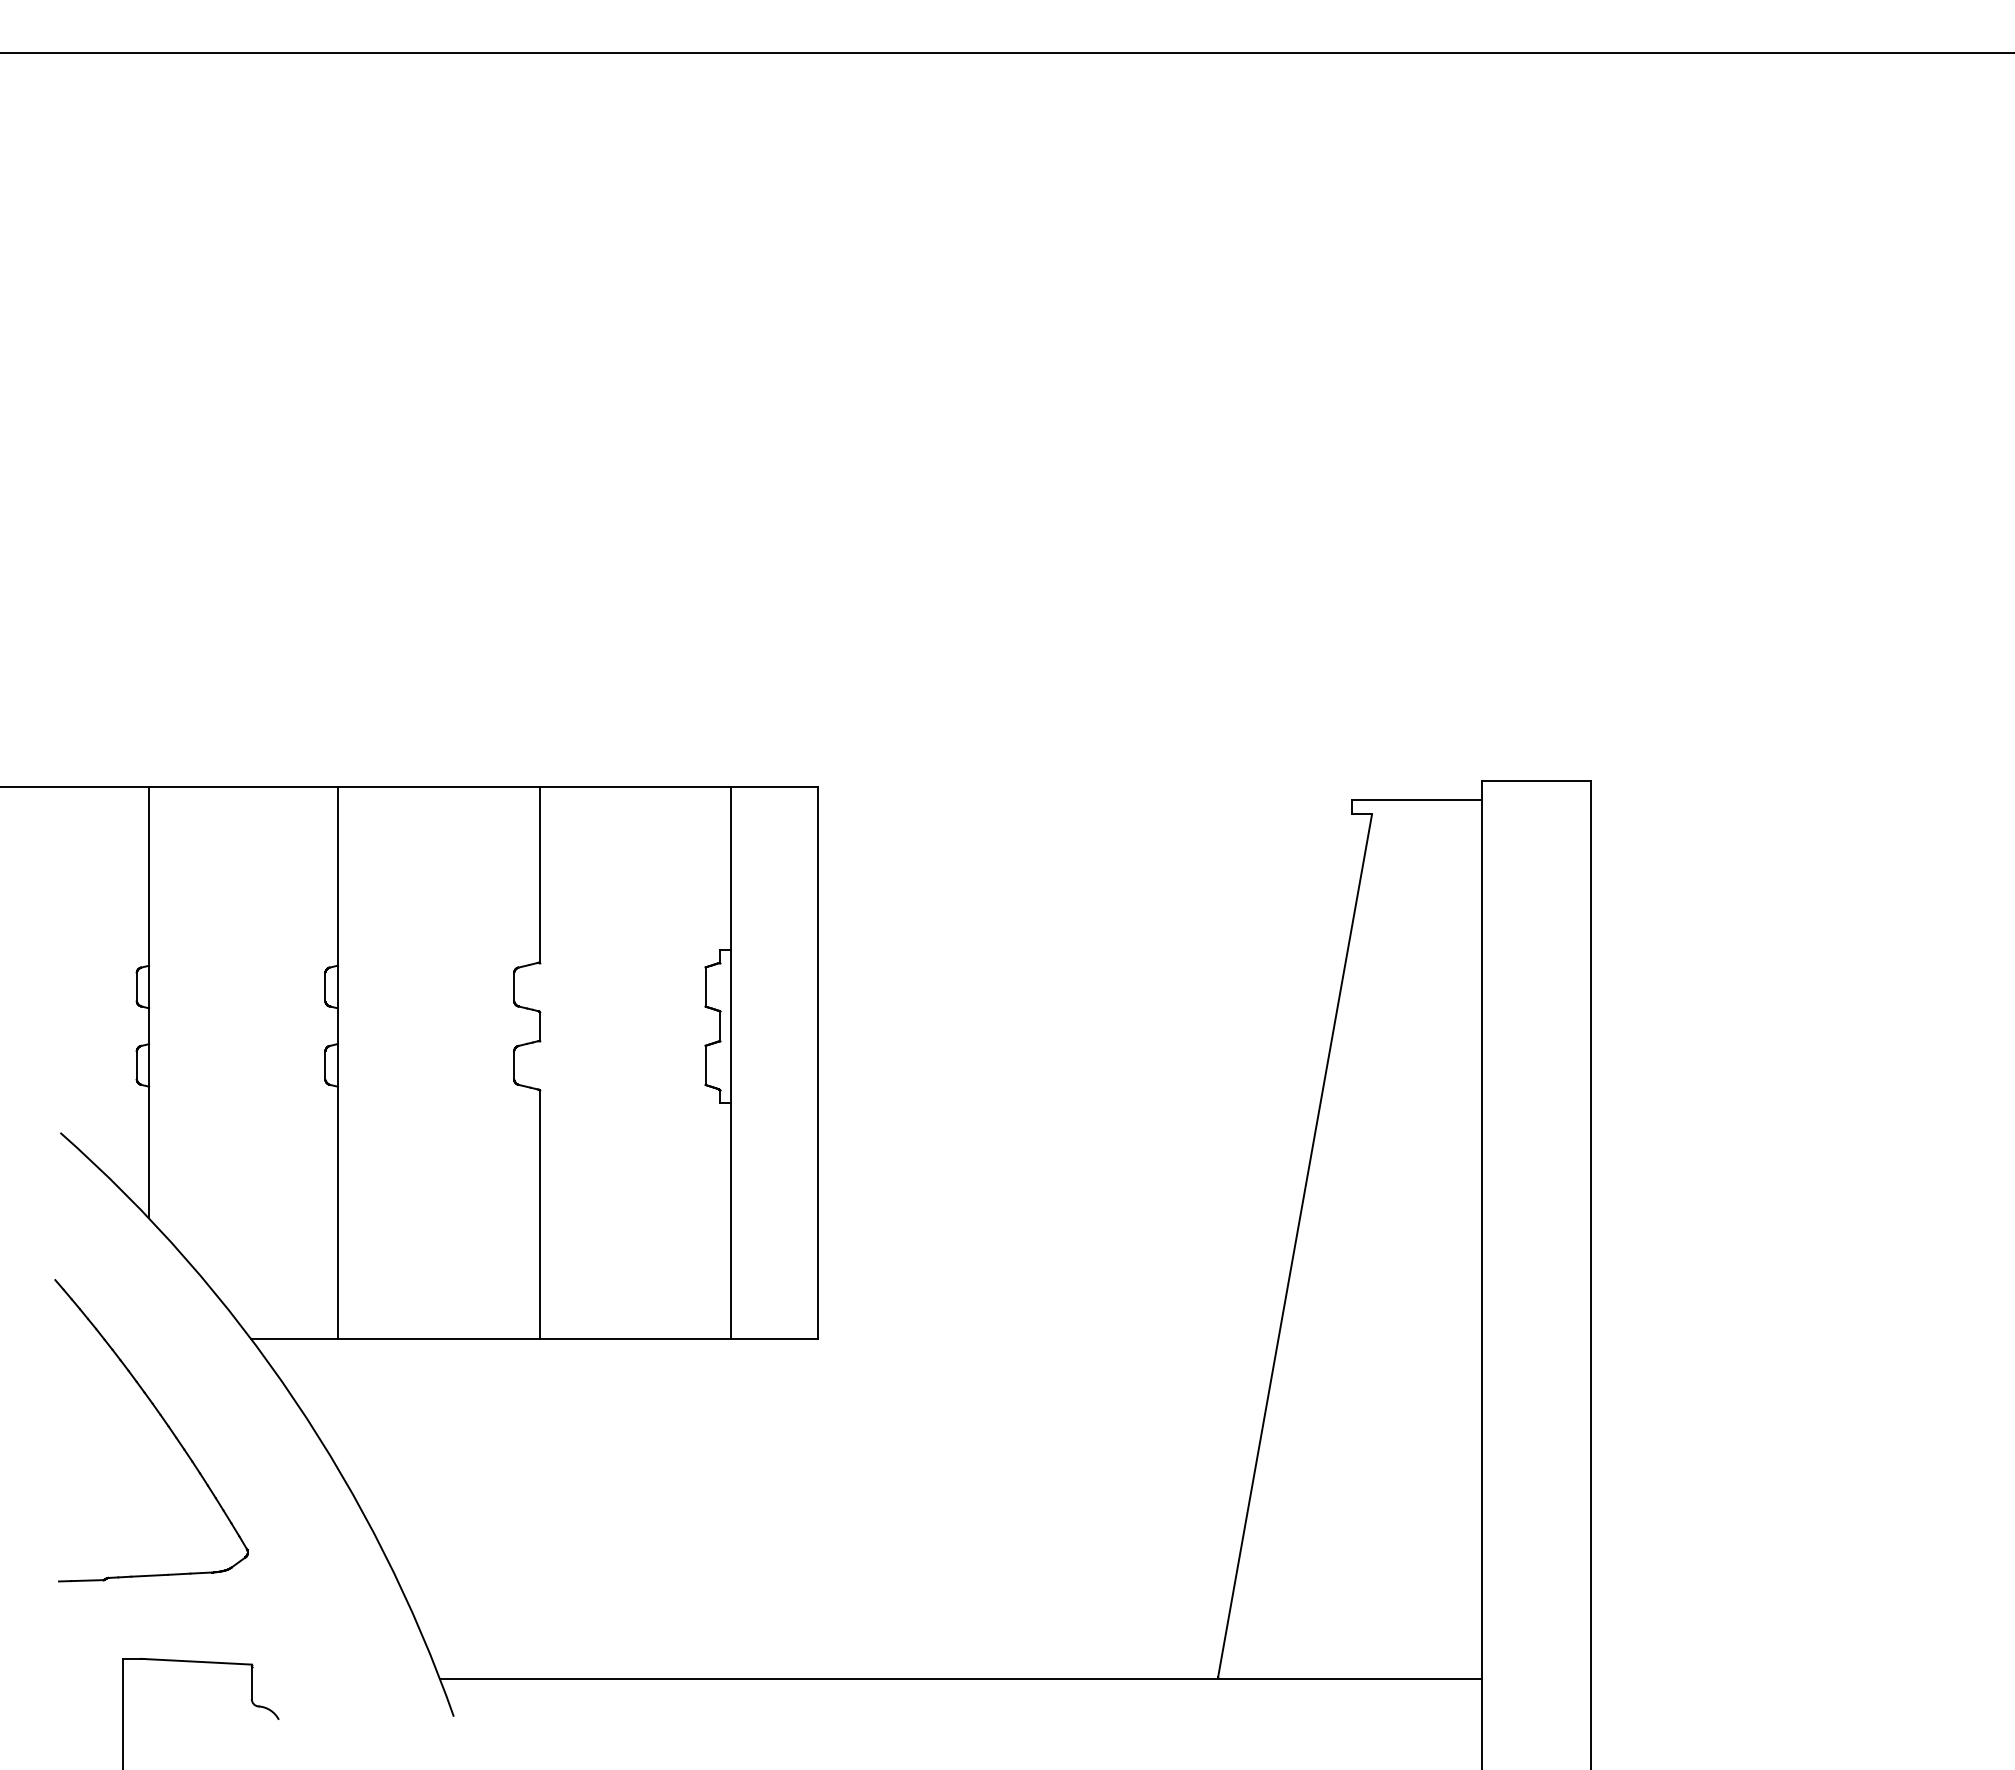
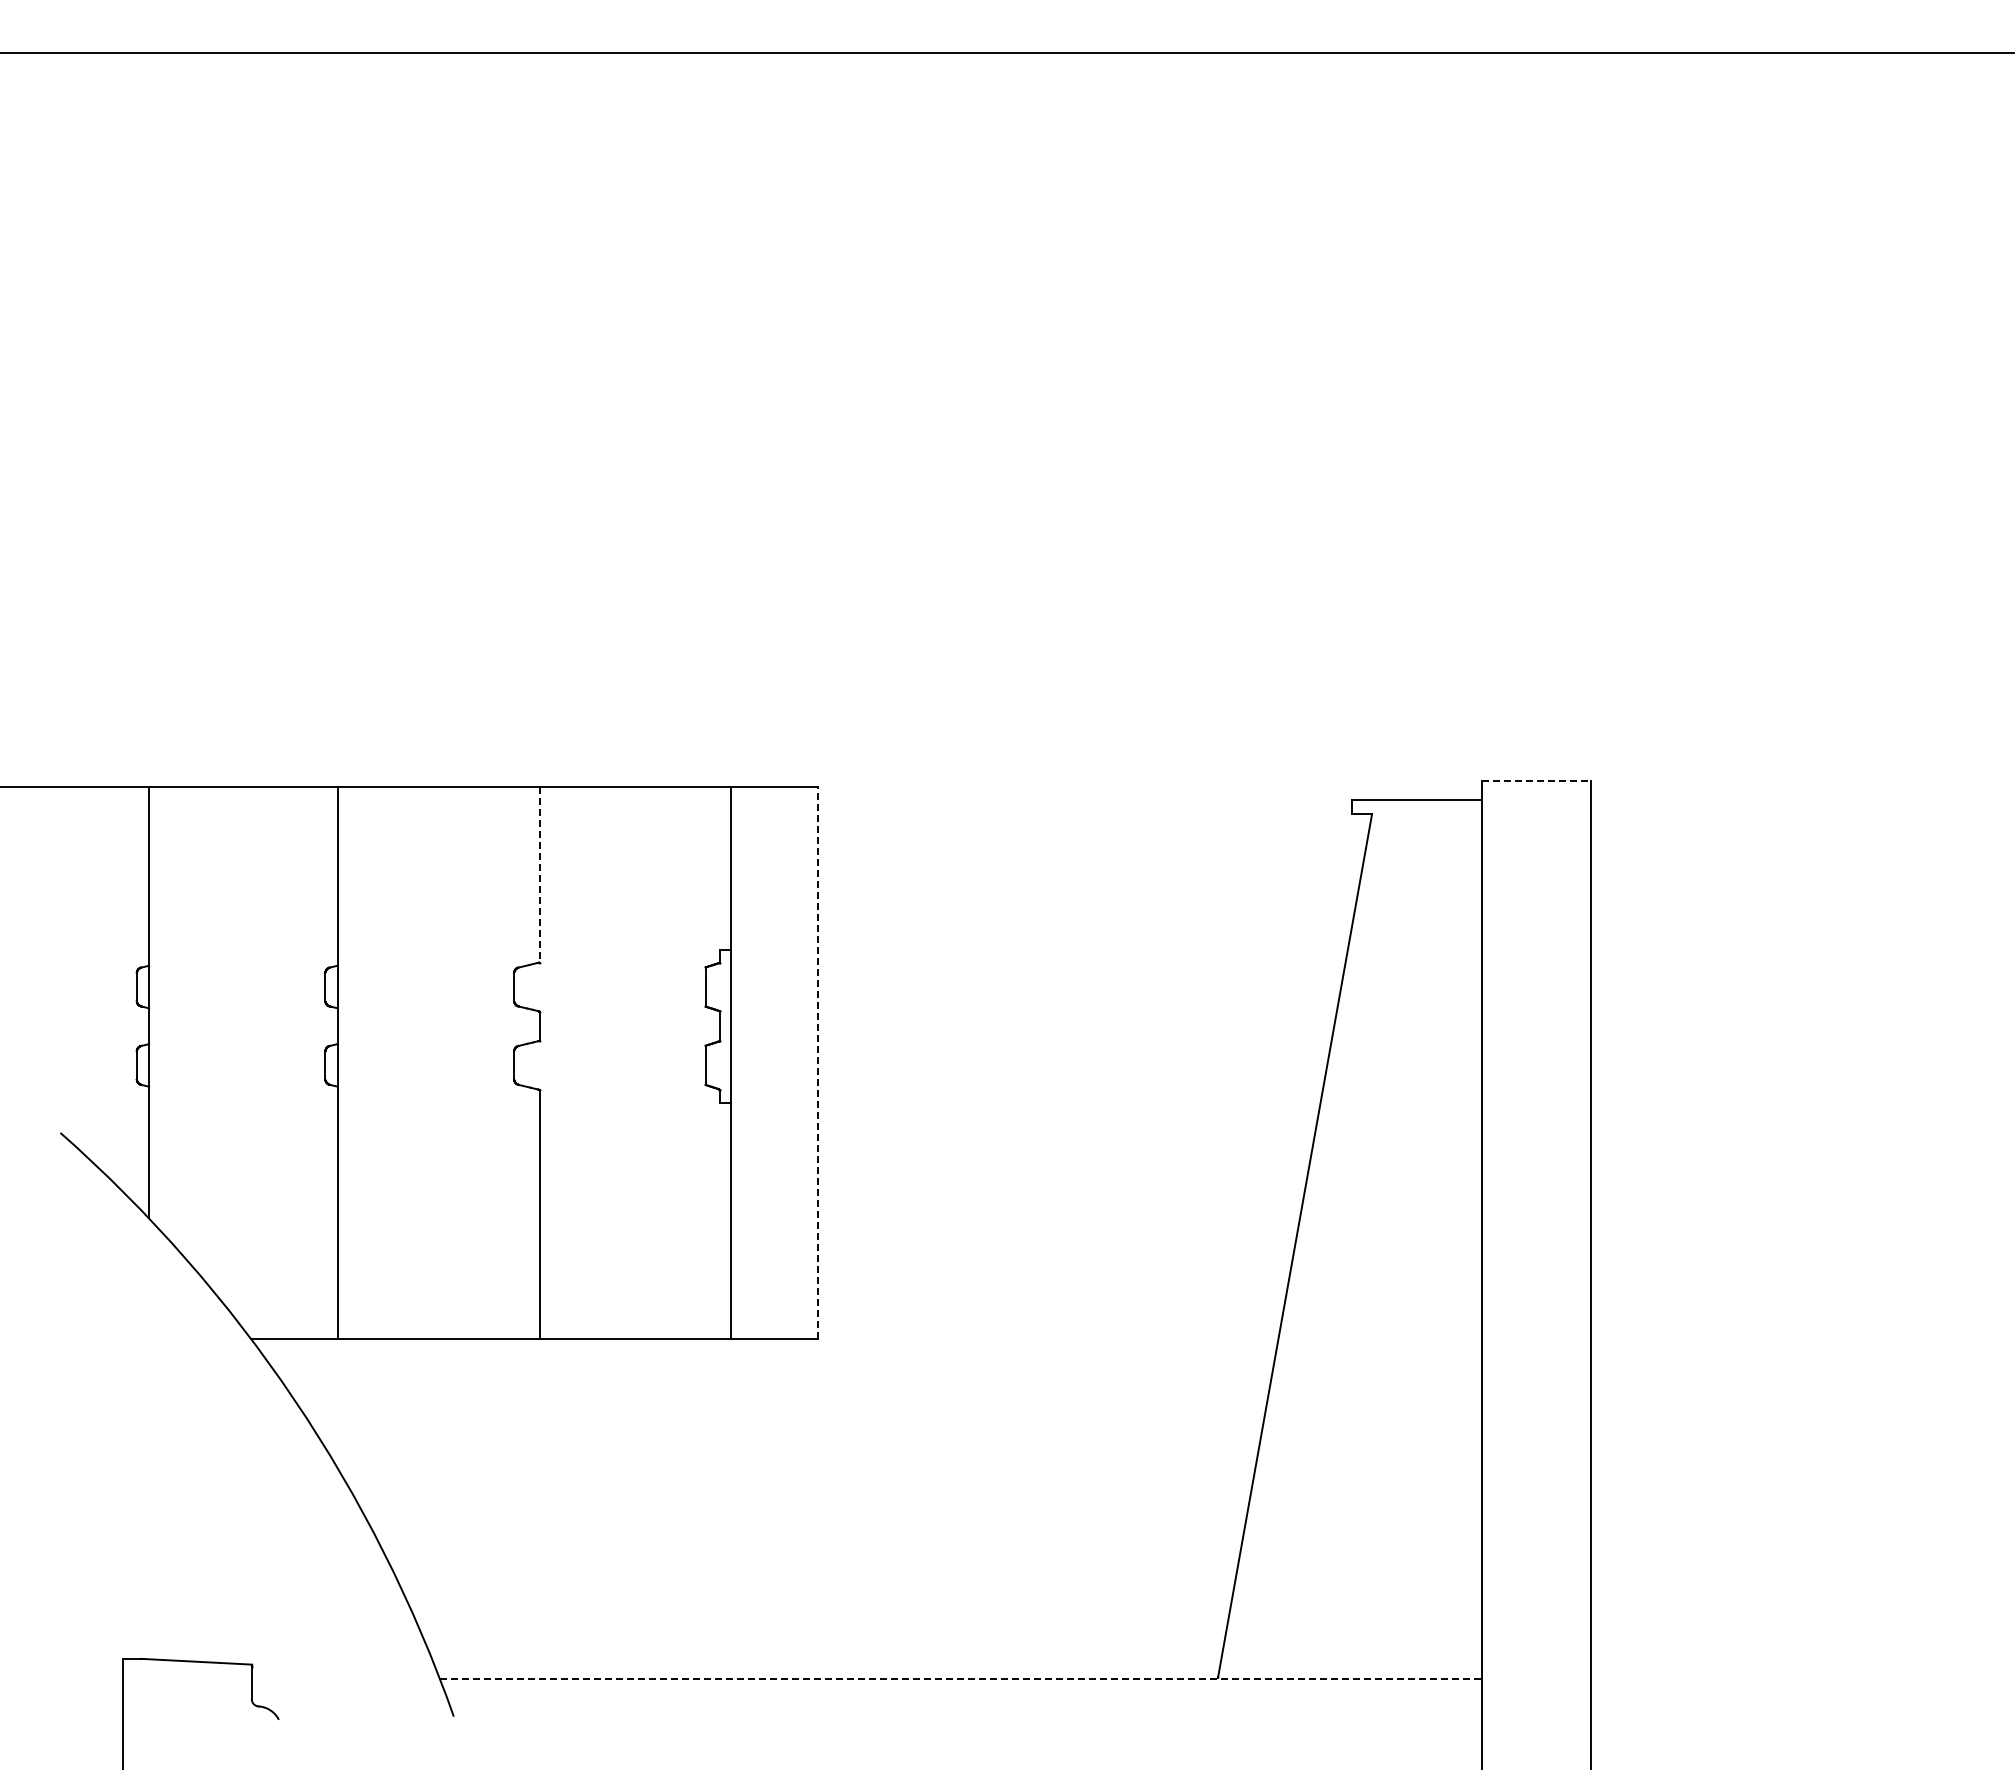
line at (1536, 781): solid -> dashed
line at (539, 875): solid -> dashed
line at (817, 1062): solid -> dashed
part at (164, 1422): present -> none
line at (960, 1678): solid -> dashed
